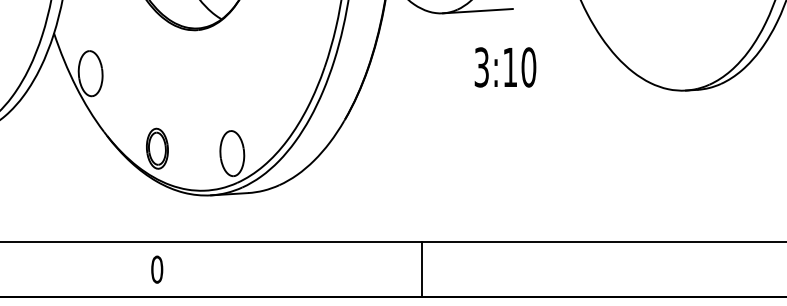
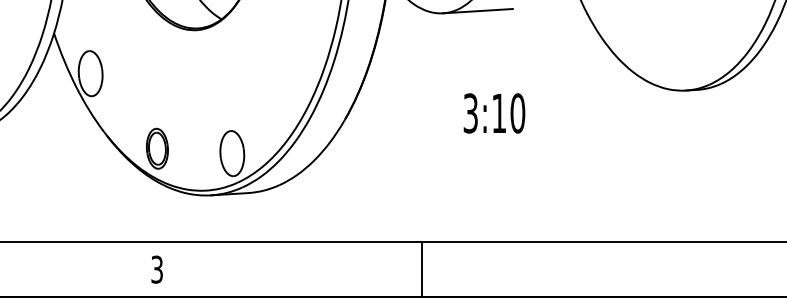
text at (505, 67) position: (505, 67) -> (494, 113)
text at (157, 269): 0 -> 3
